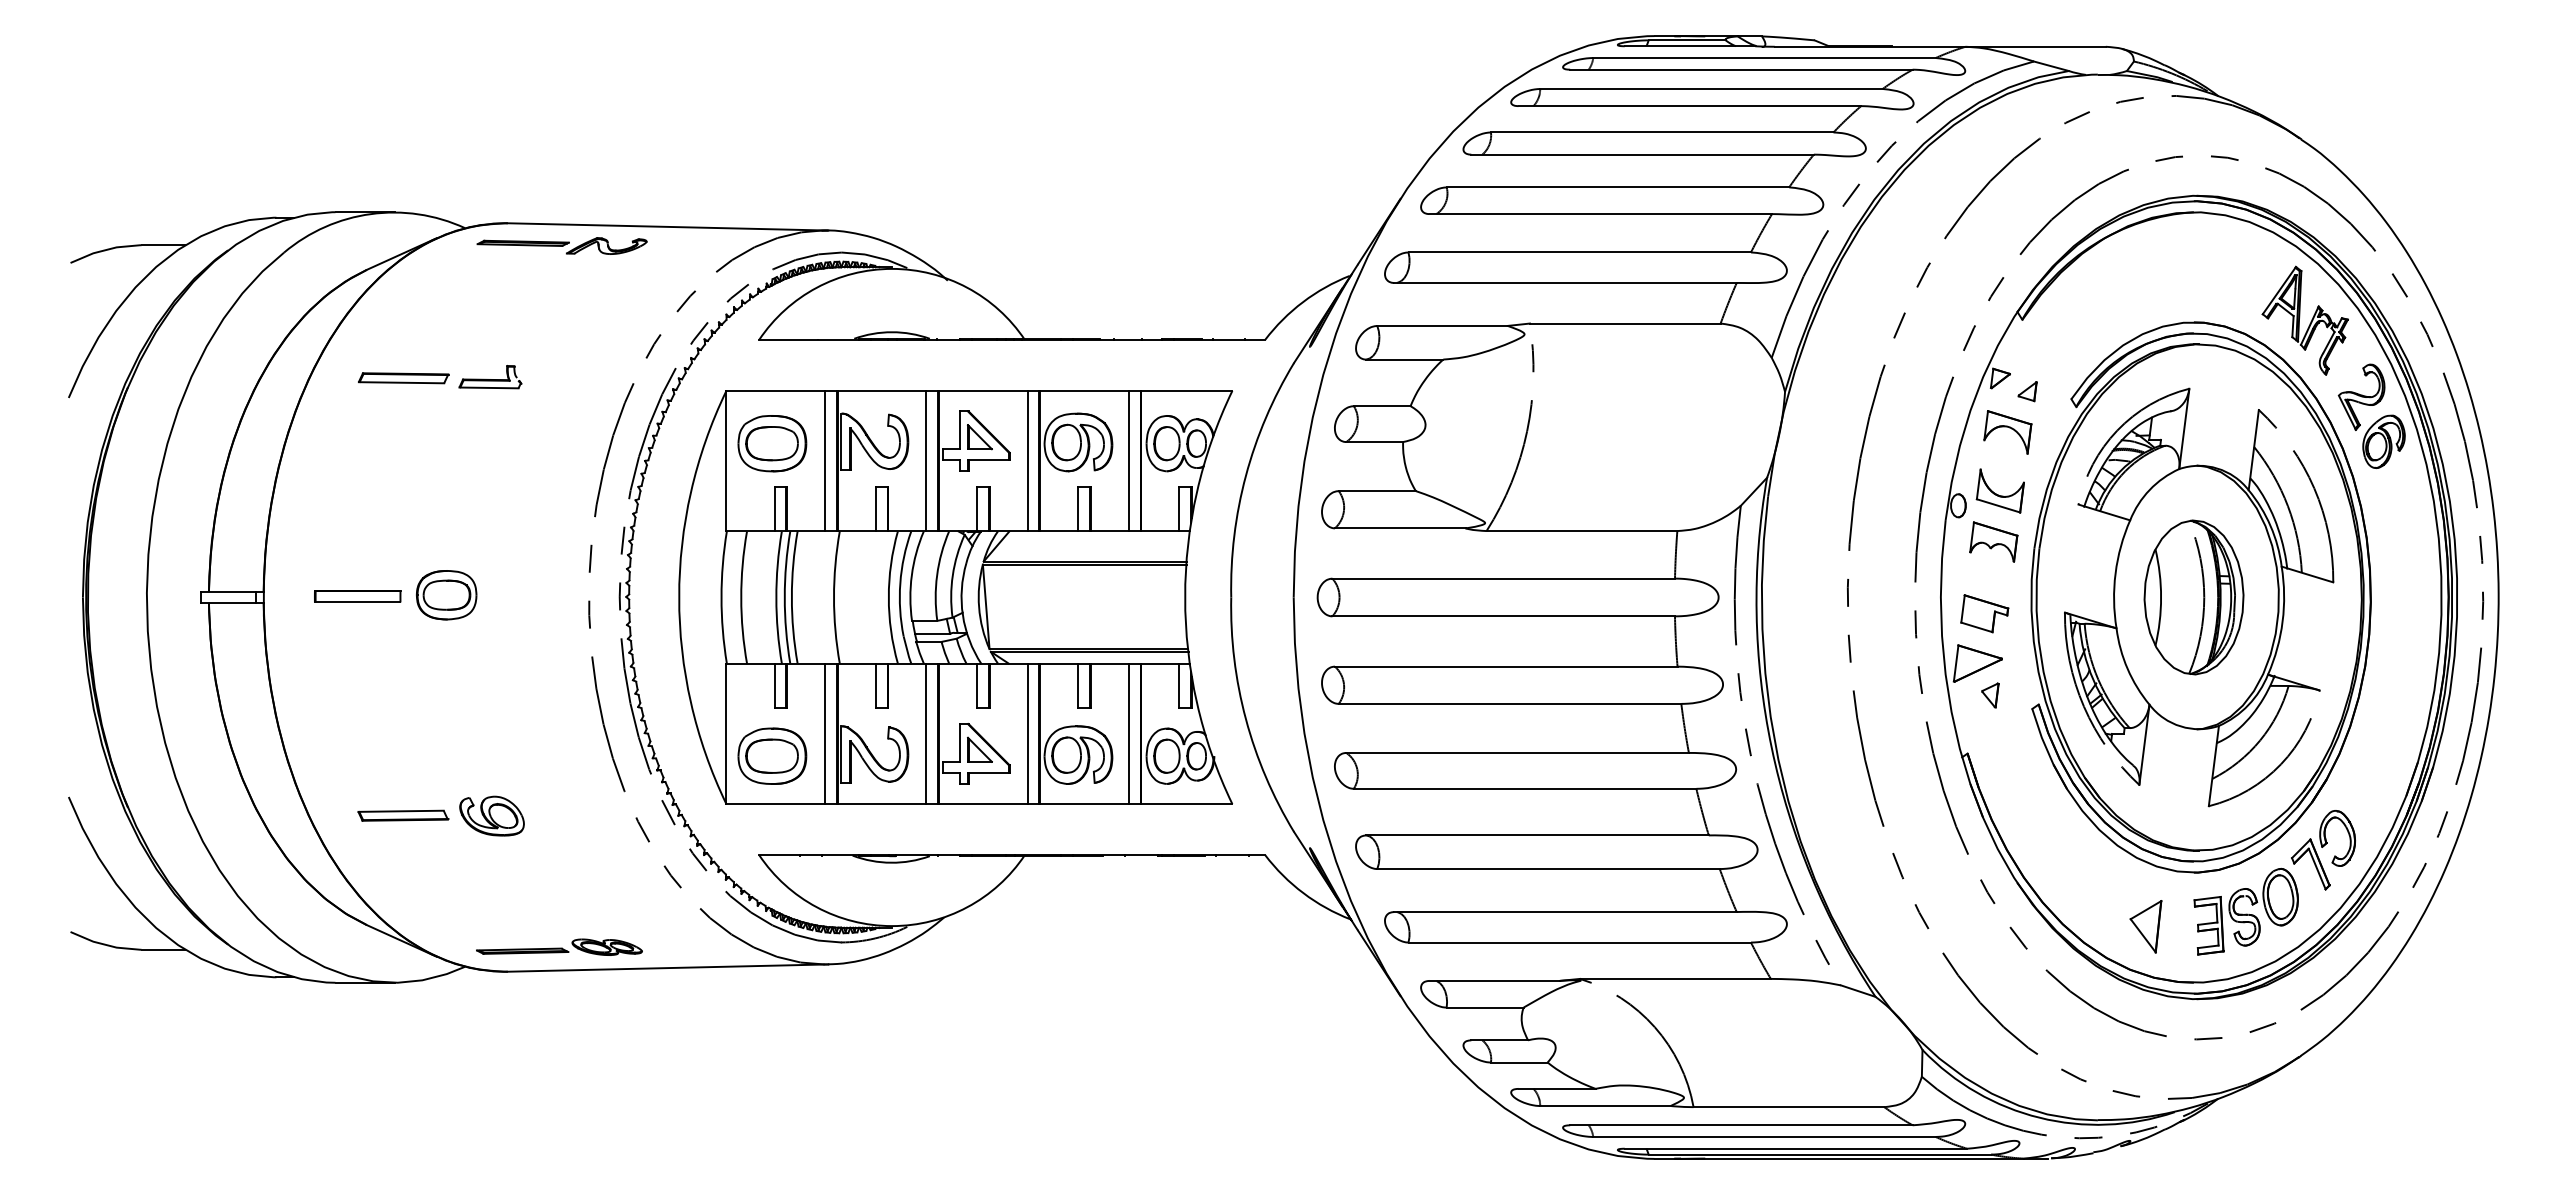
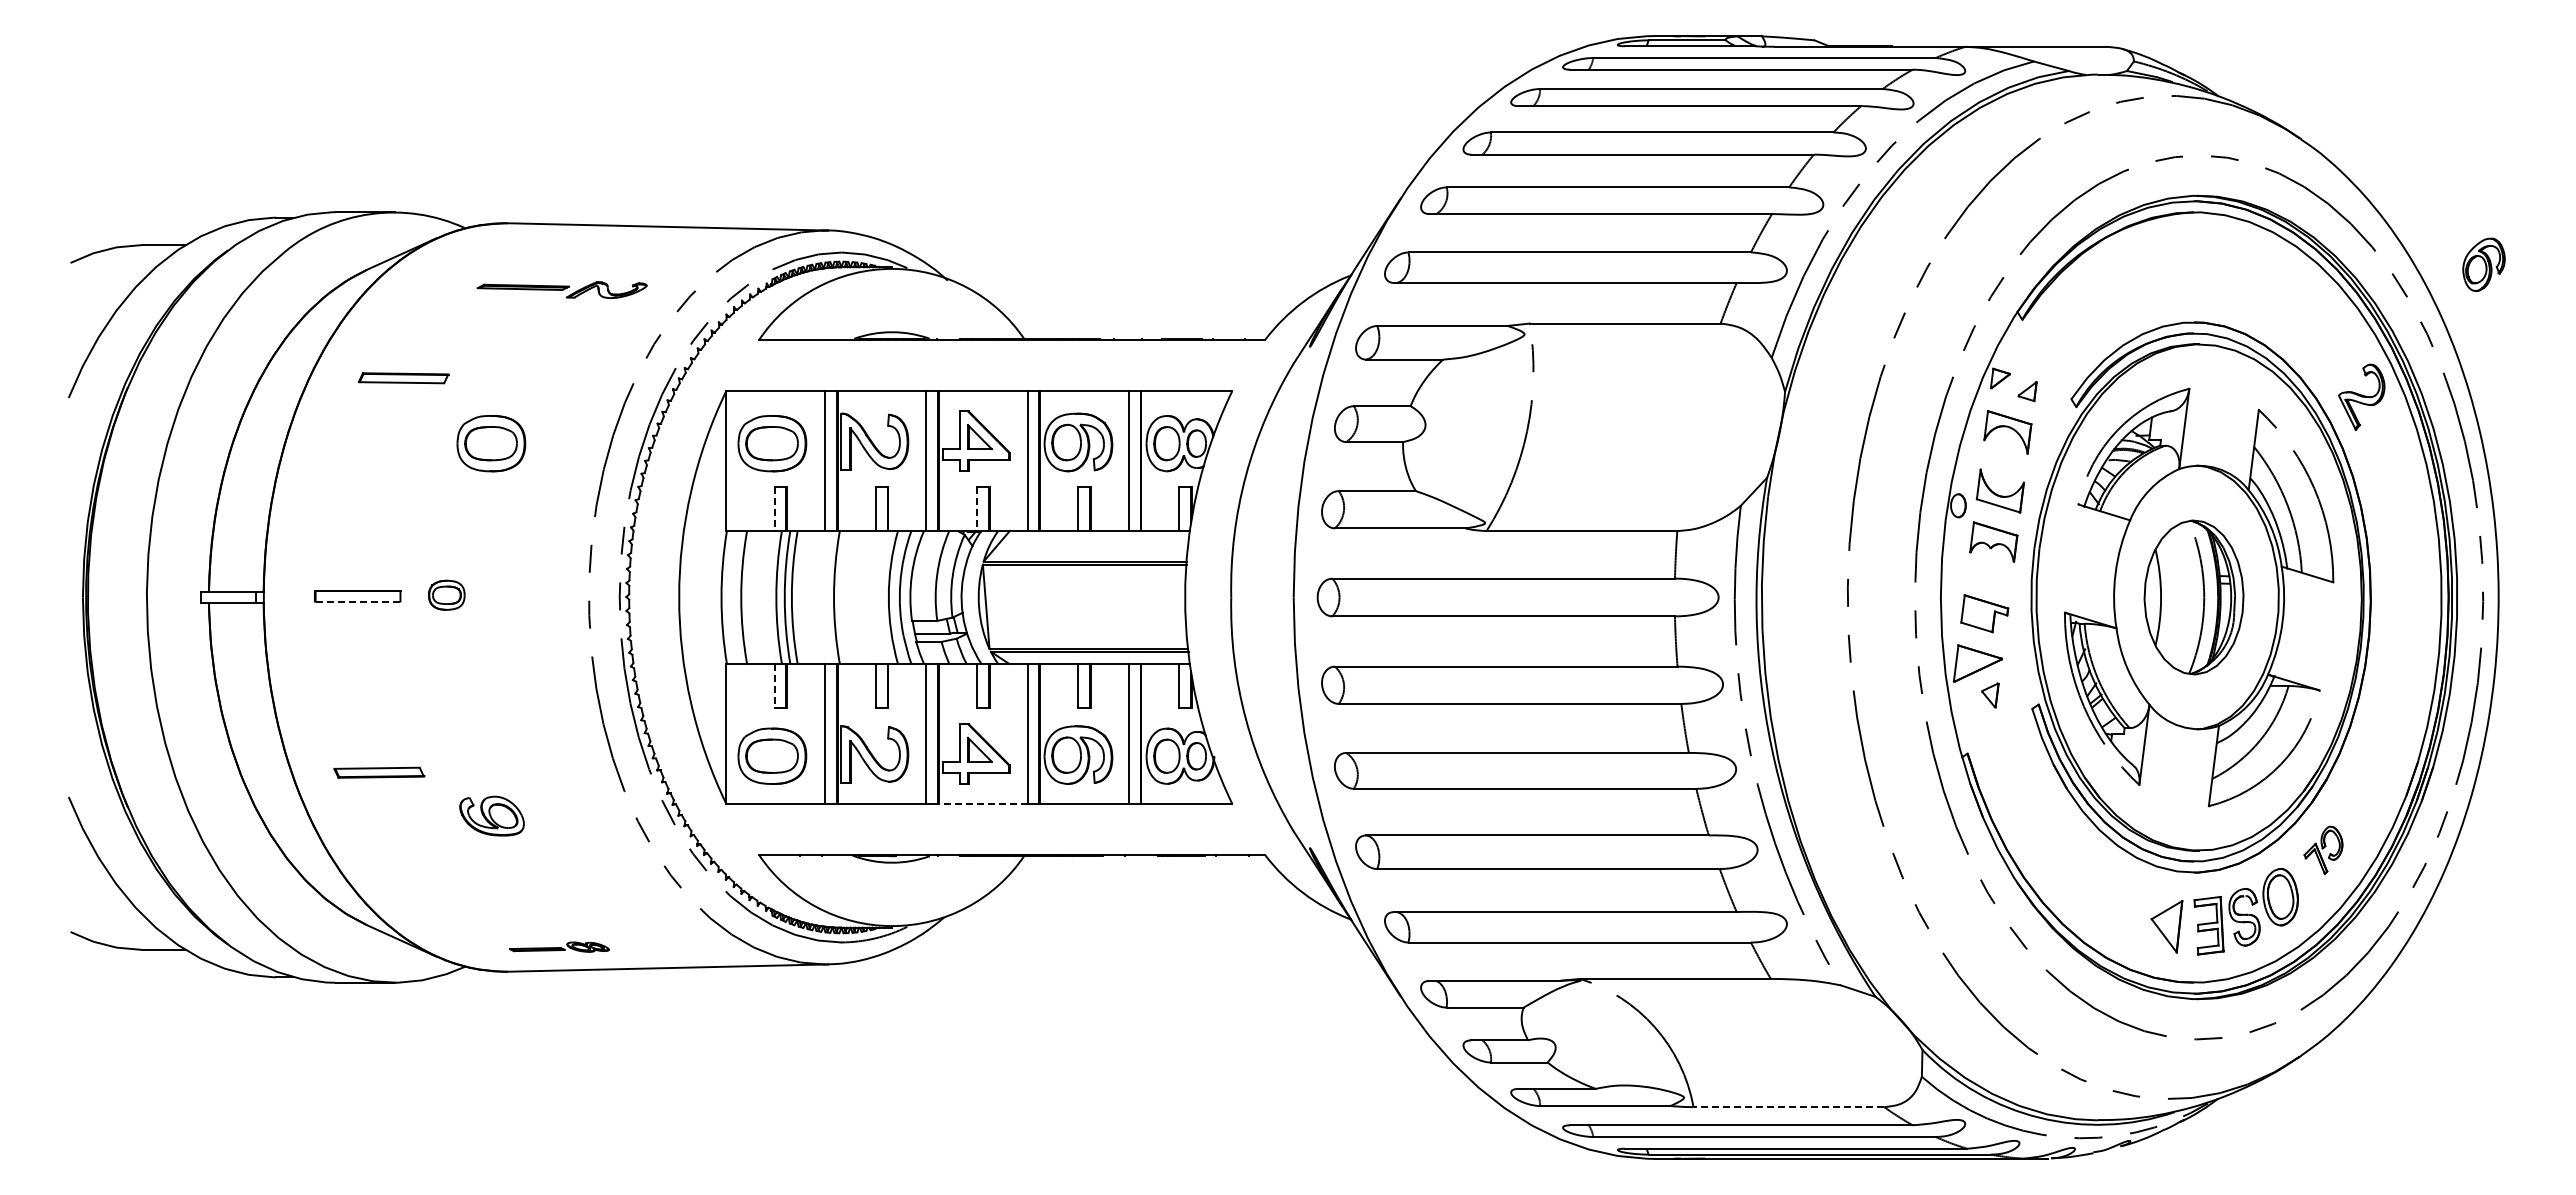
part at (561, 245) position: (561, 245) -> (561, 289)
part at (2304, 320): present -> none
part at (490, 377): present -> none
part at (2383, 441) position: (2383, 441) -> (2483, 264)
part at (491, 443): none -> present
line at (774, 509): solid -> dashed
line at (977, 509): solid -> dashed
part at (446, 595) size: 62x51 px -> 38x32 px
line at (357, 602): solid -> dashed
line at (774, 686): solid -> dashed
line at (982, 804): solid -> dashed
part at (403, 815) position: (403, 815) -> (379, 772)
part at (2323, 850) size: 65x81 px -> 41x50 px
part at (2145, 926) position: (2145, 926) -> (2166, 926)
part at (559, 946) size: 167x18 px -> 101x12 px
line at (1788, 1107): solid -> dashed
